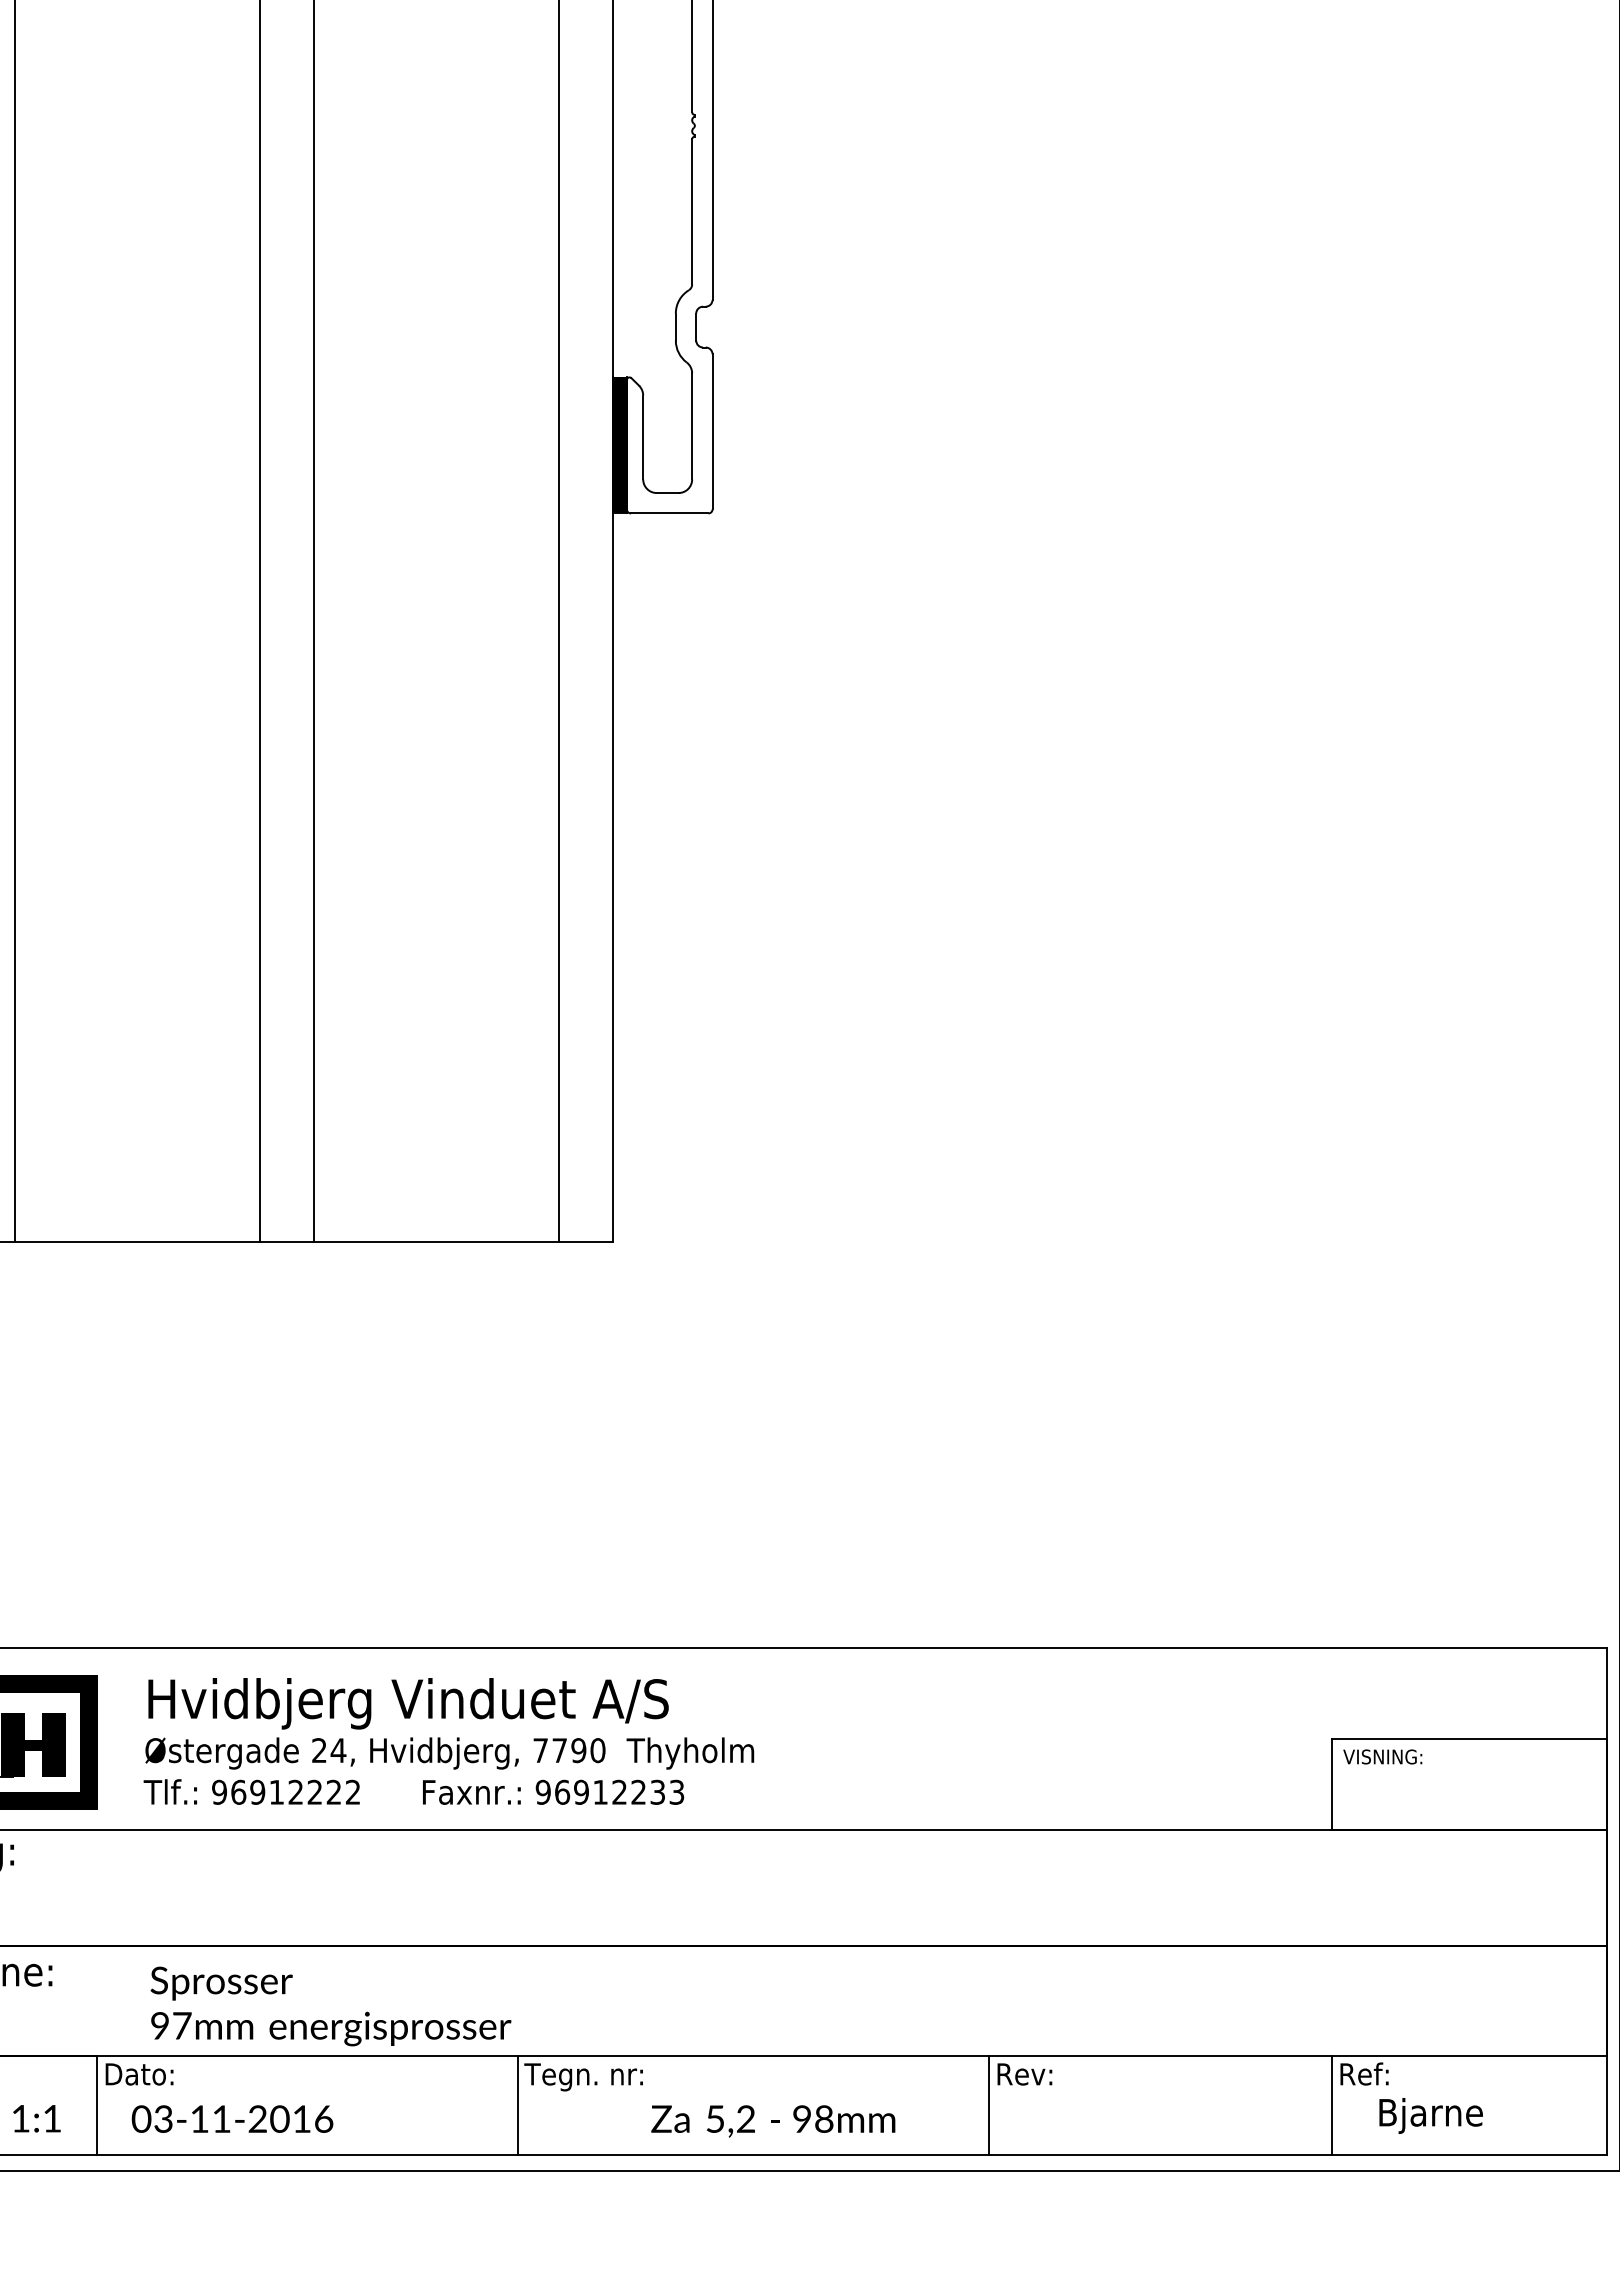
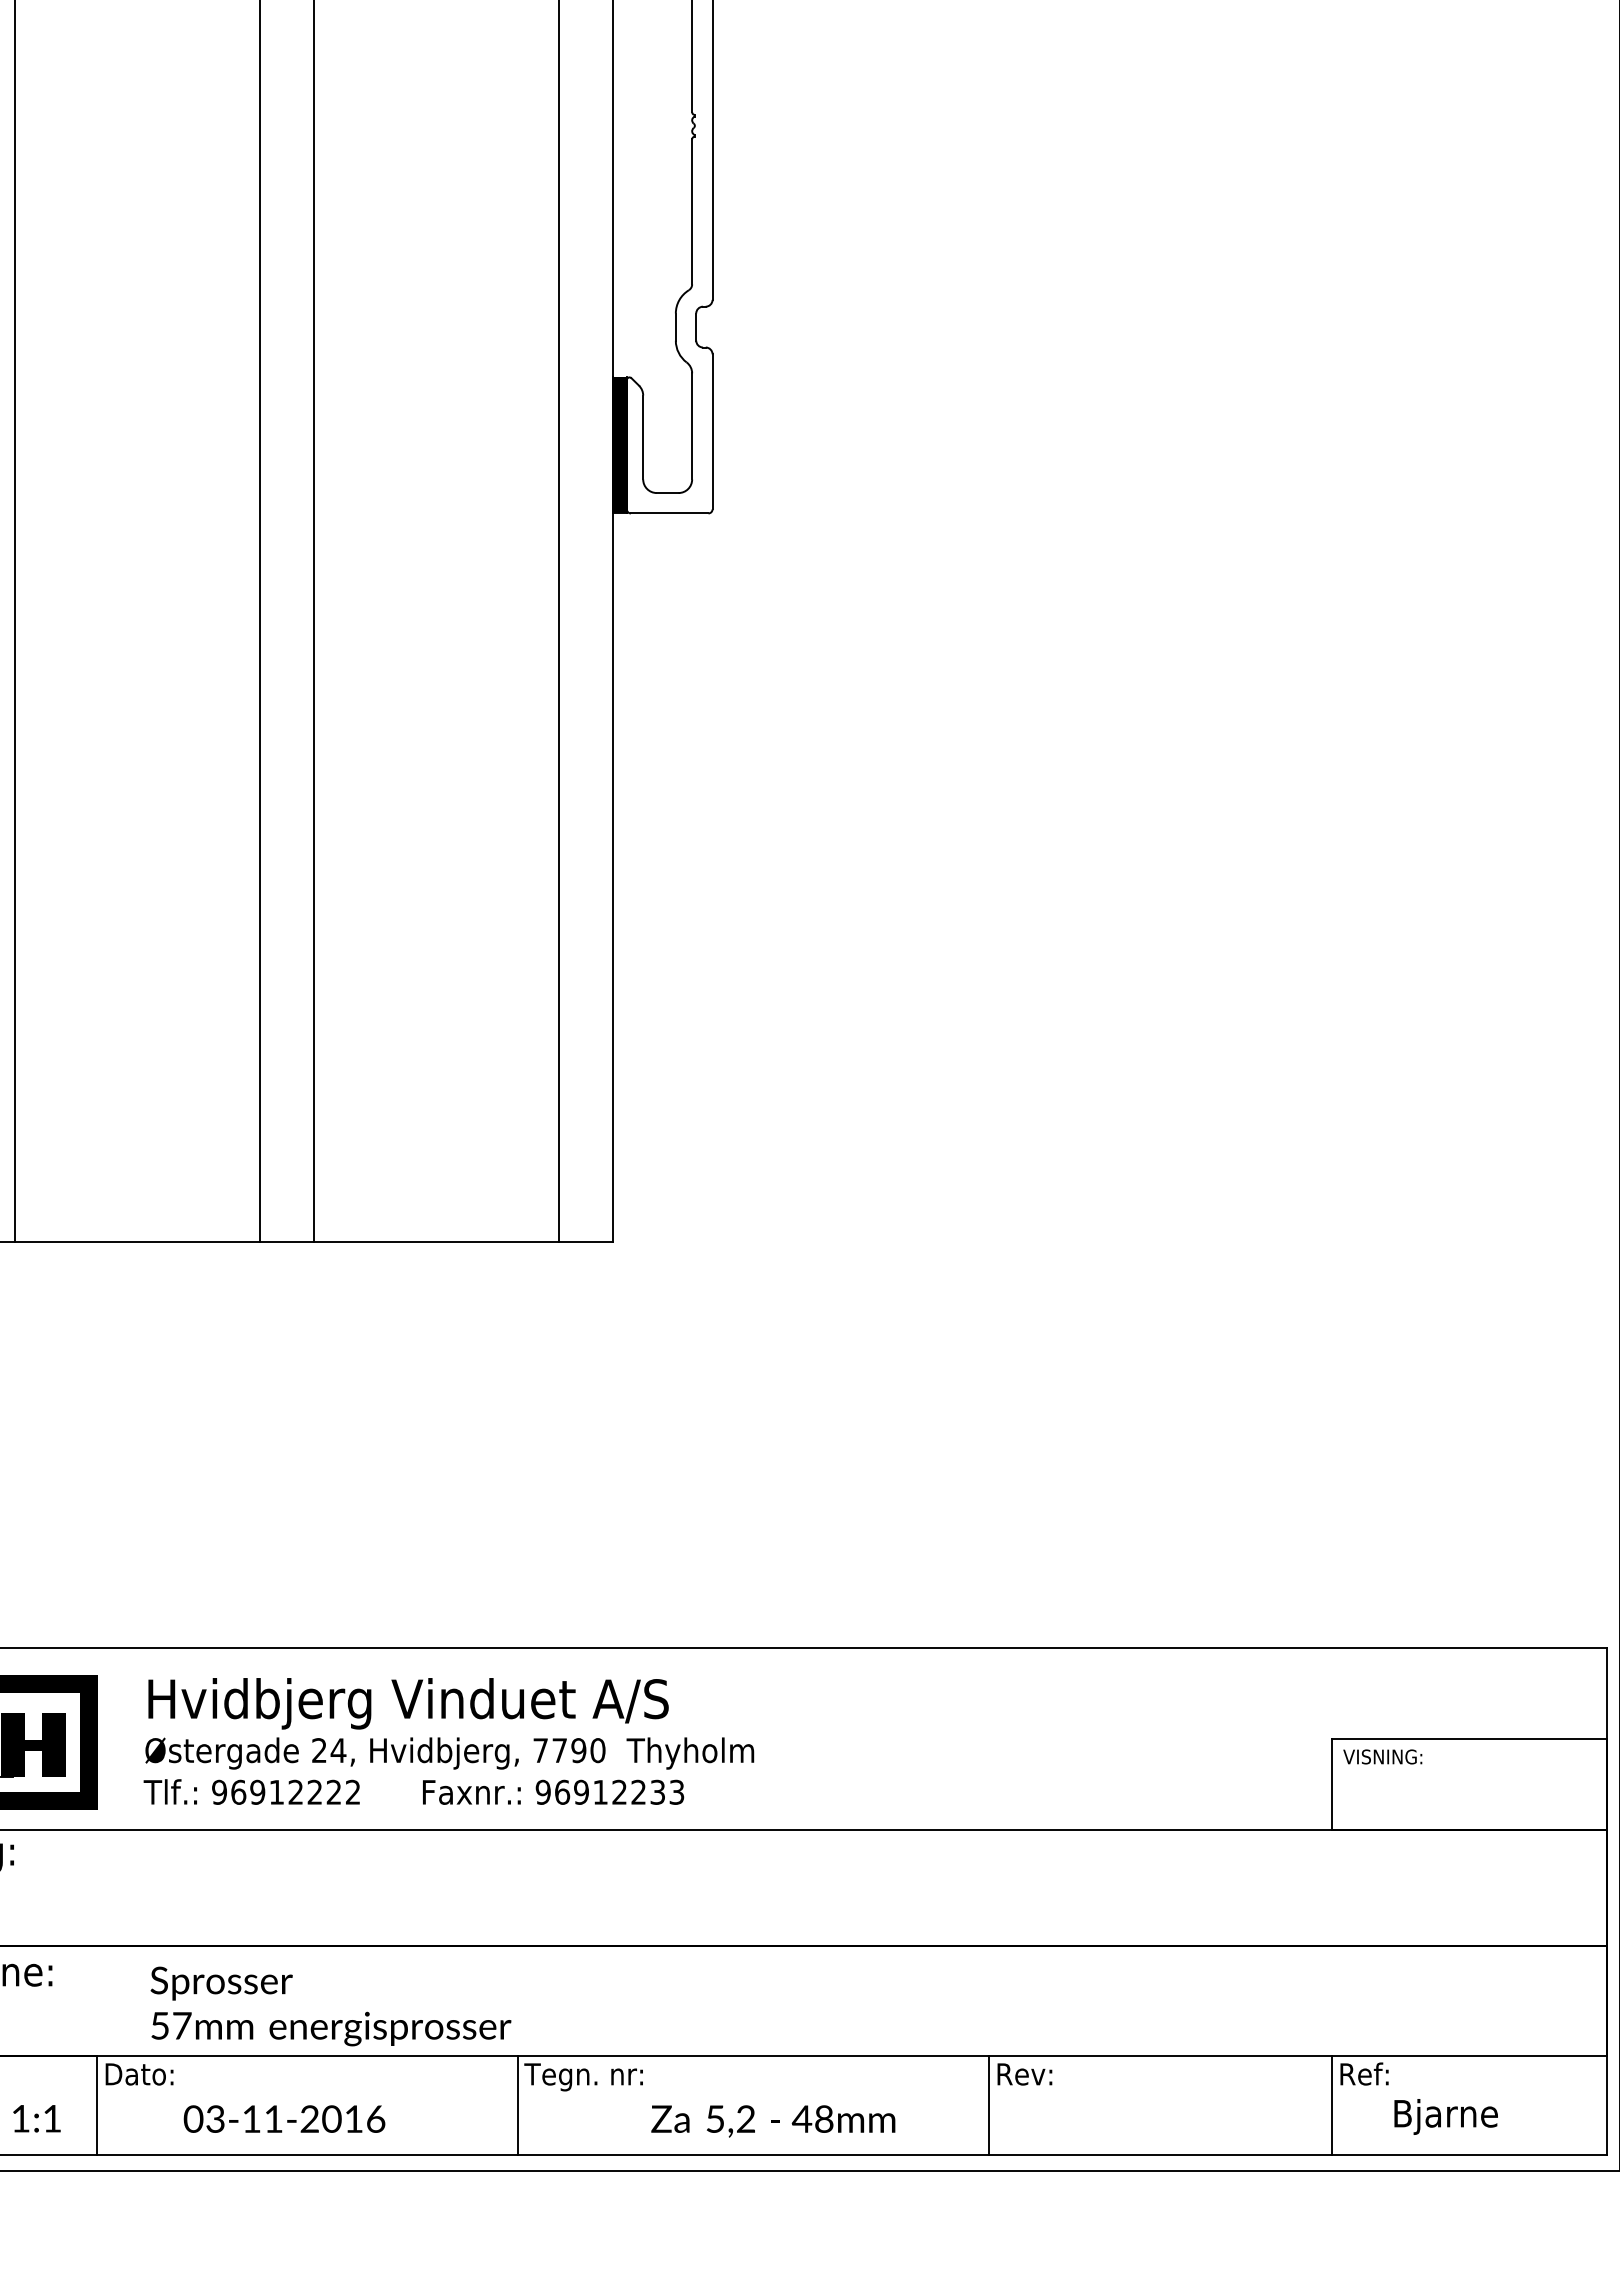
text at (159, 2025): 97mm -> 57mm
text at (1430, 2115) position: (1430, 2115) -> (1445, 2116)
text at (232, 2118) position: (232, 2118) -> (284, 2118)
text at (801, 2118): 98mm -> 48mm
